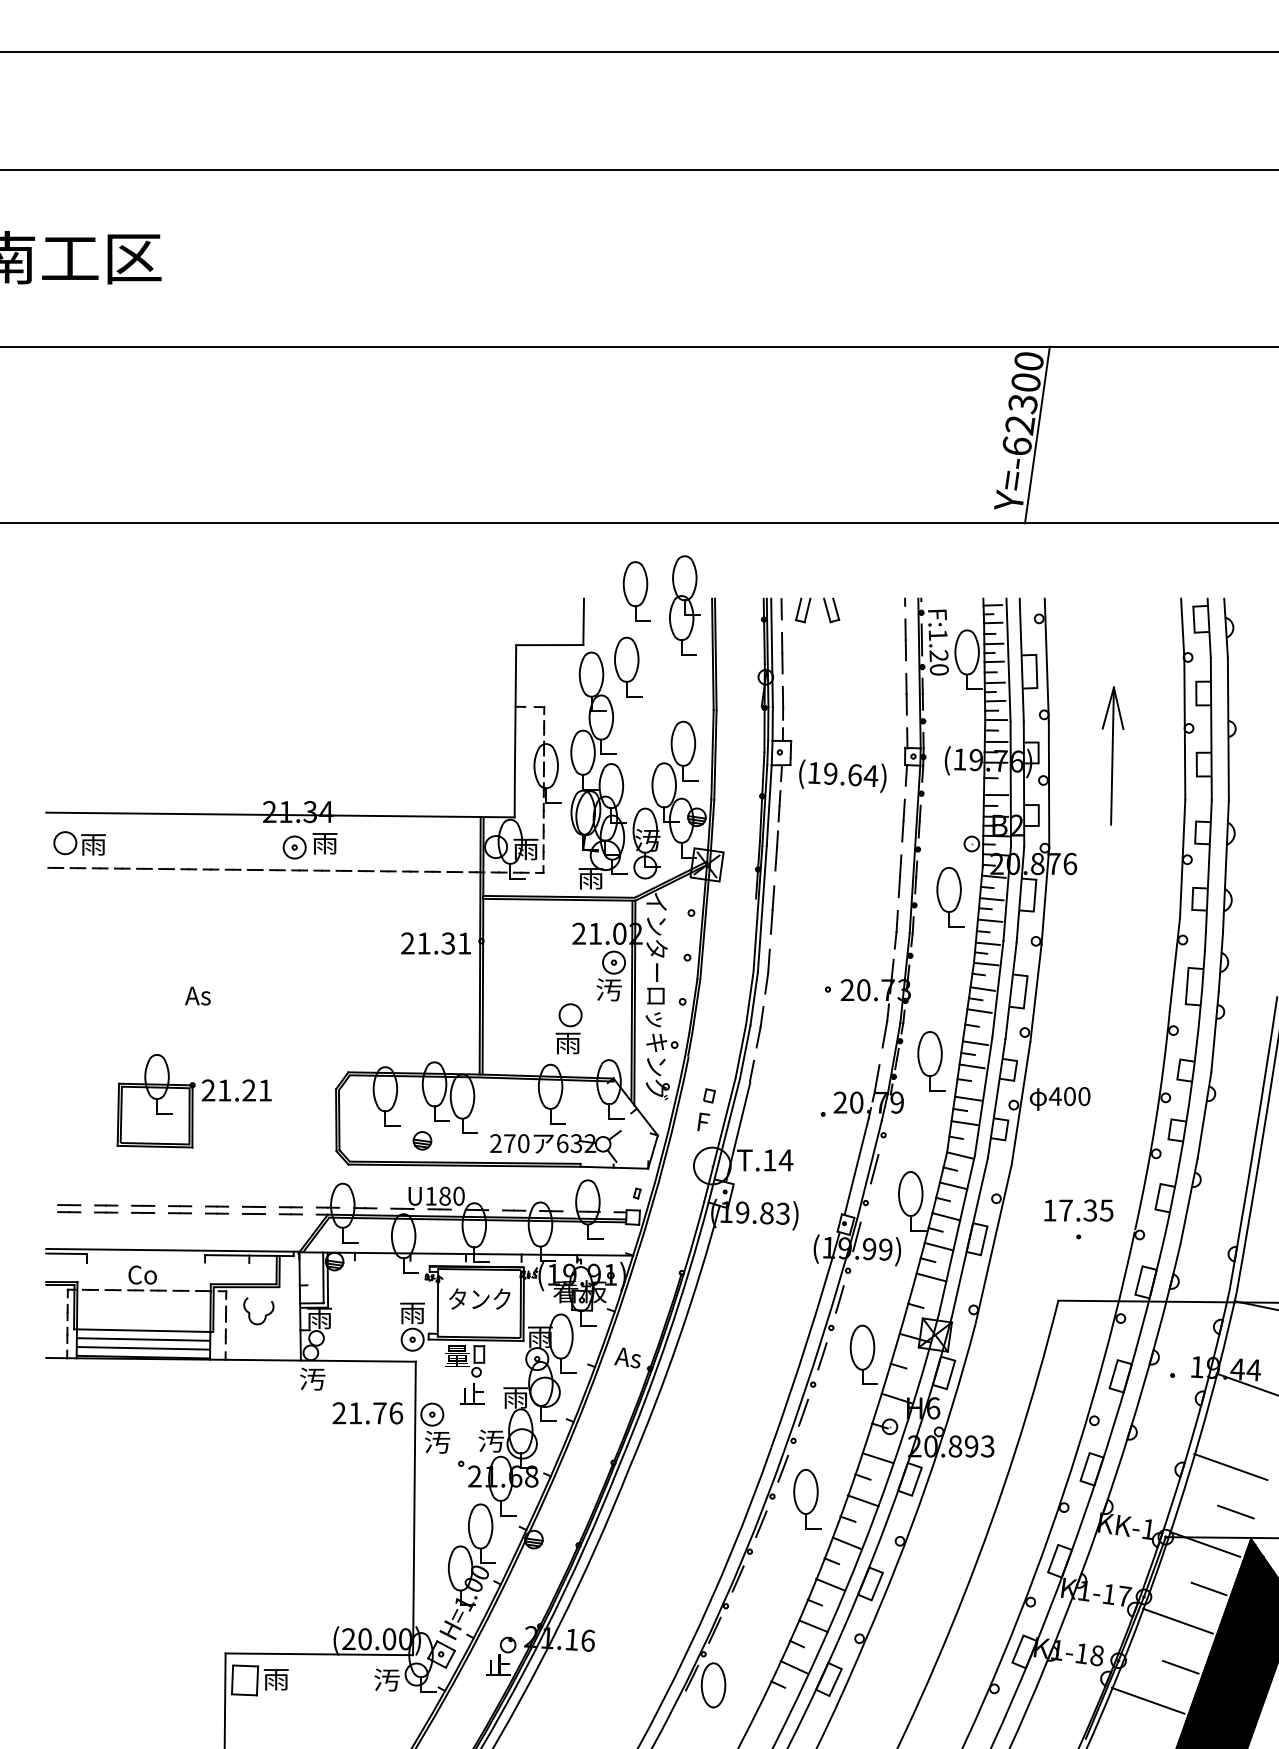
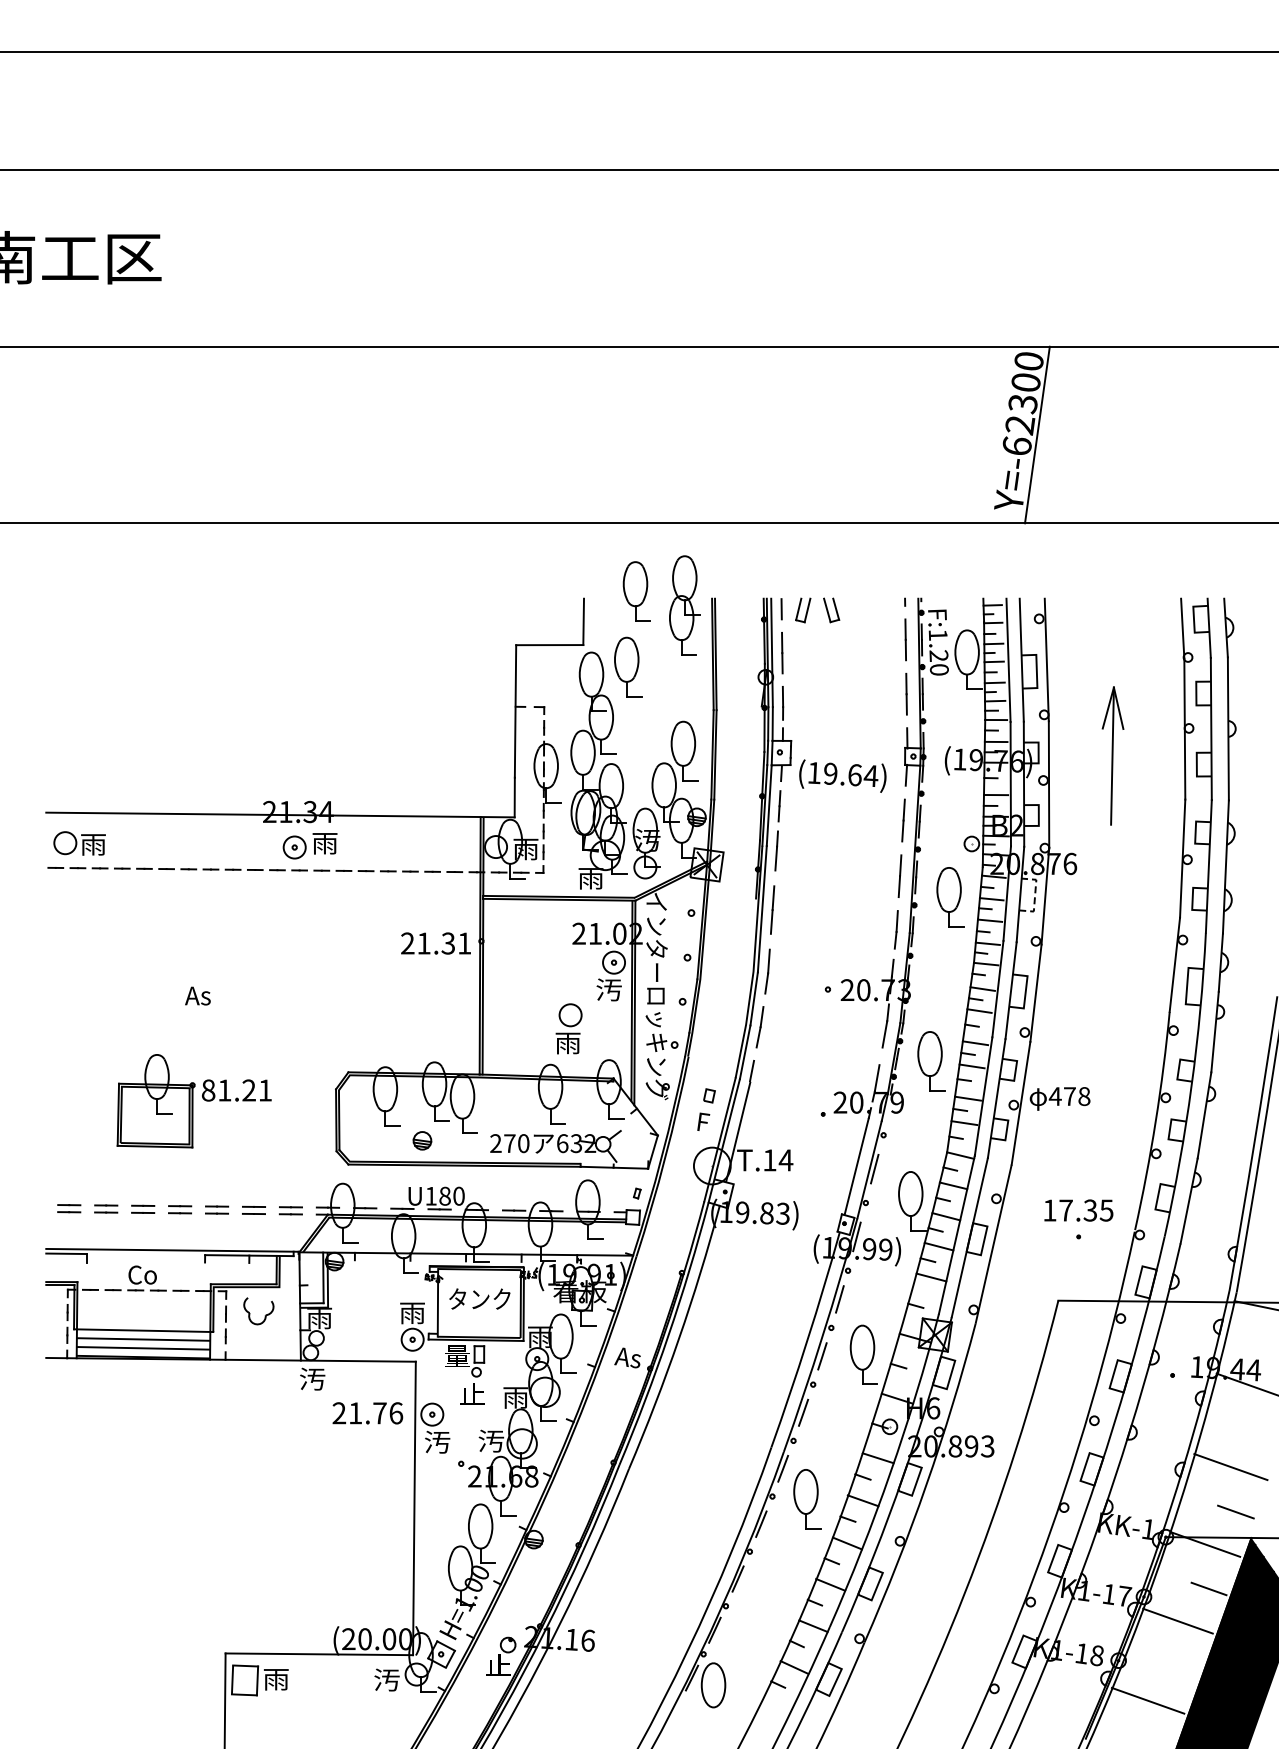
line at (1035, 895): solid -> dashed
text at (208, 1090): 21.21 -> 81.21
text at (1077, 1096): 400 -> 478
line at (1180, 1666): present -> none
